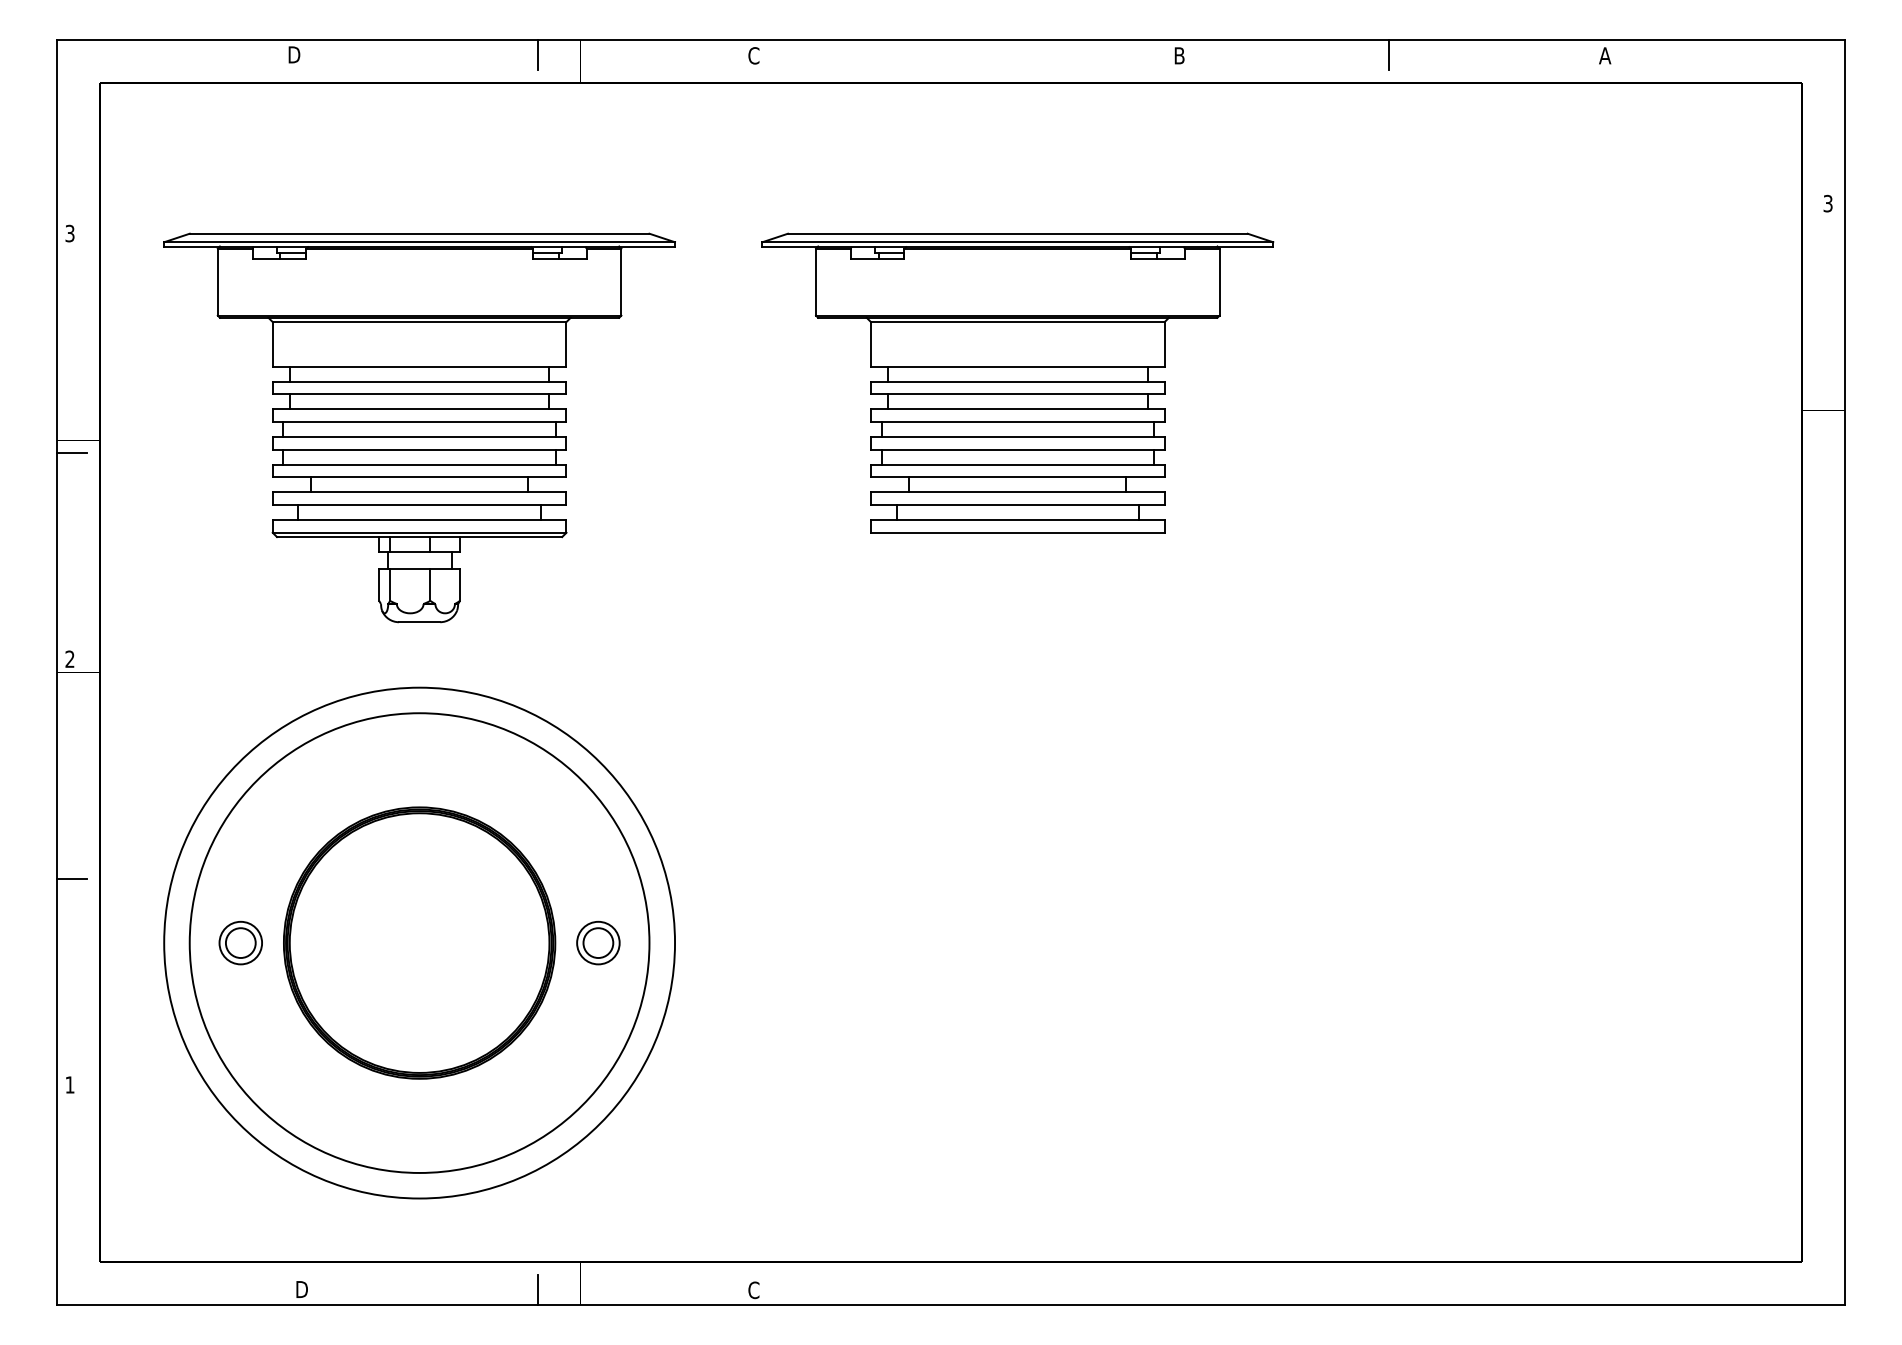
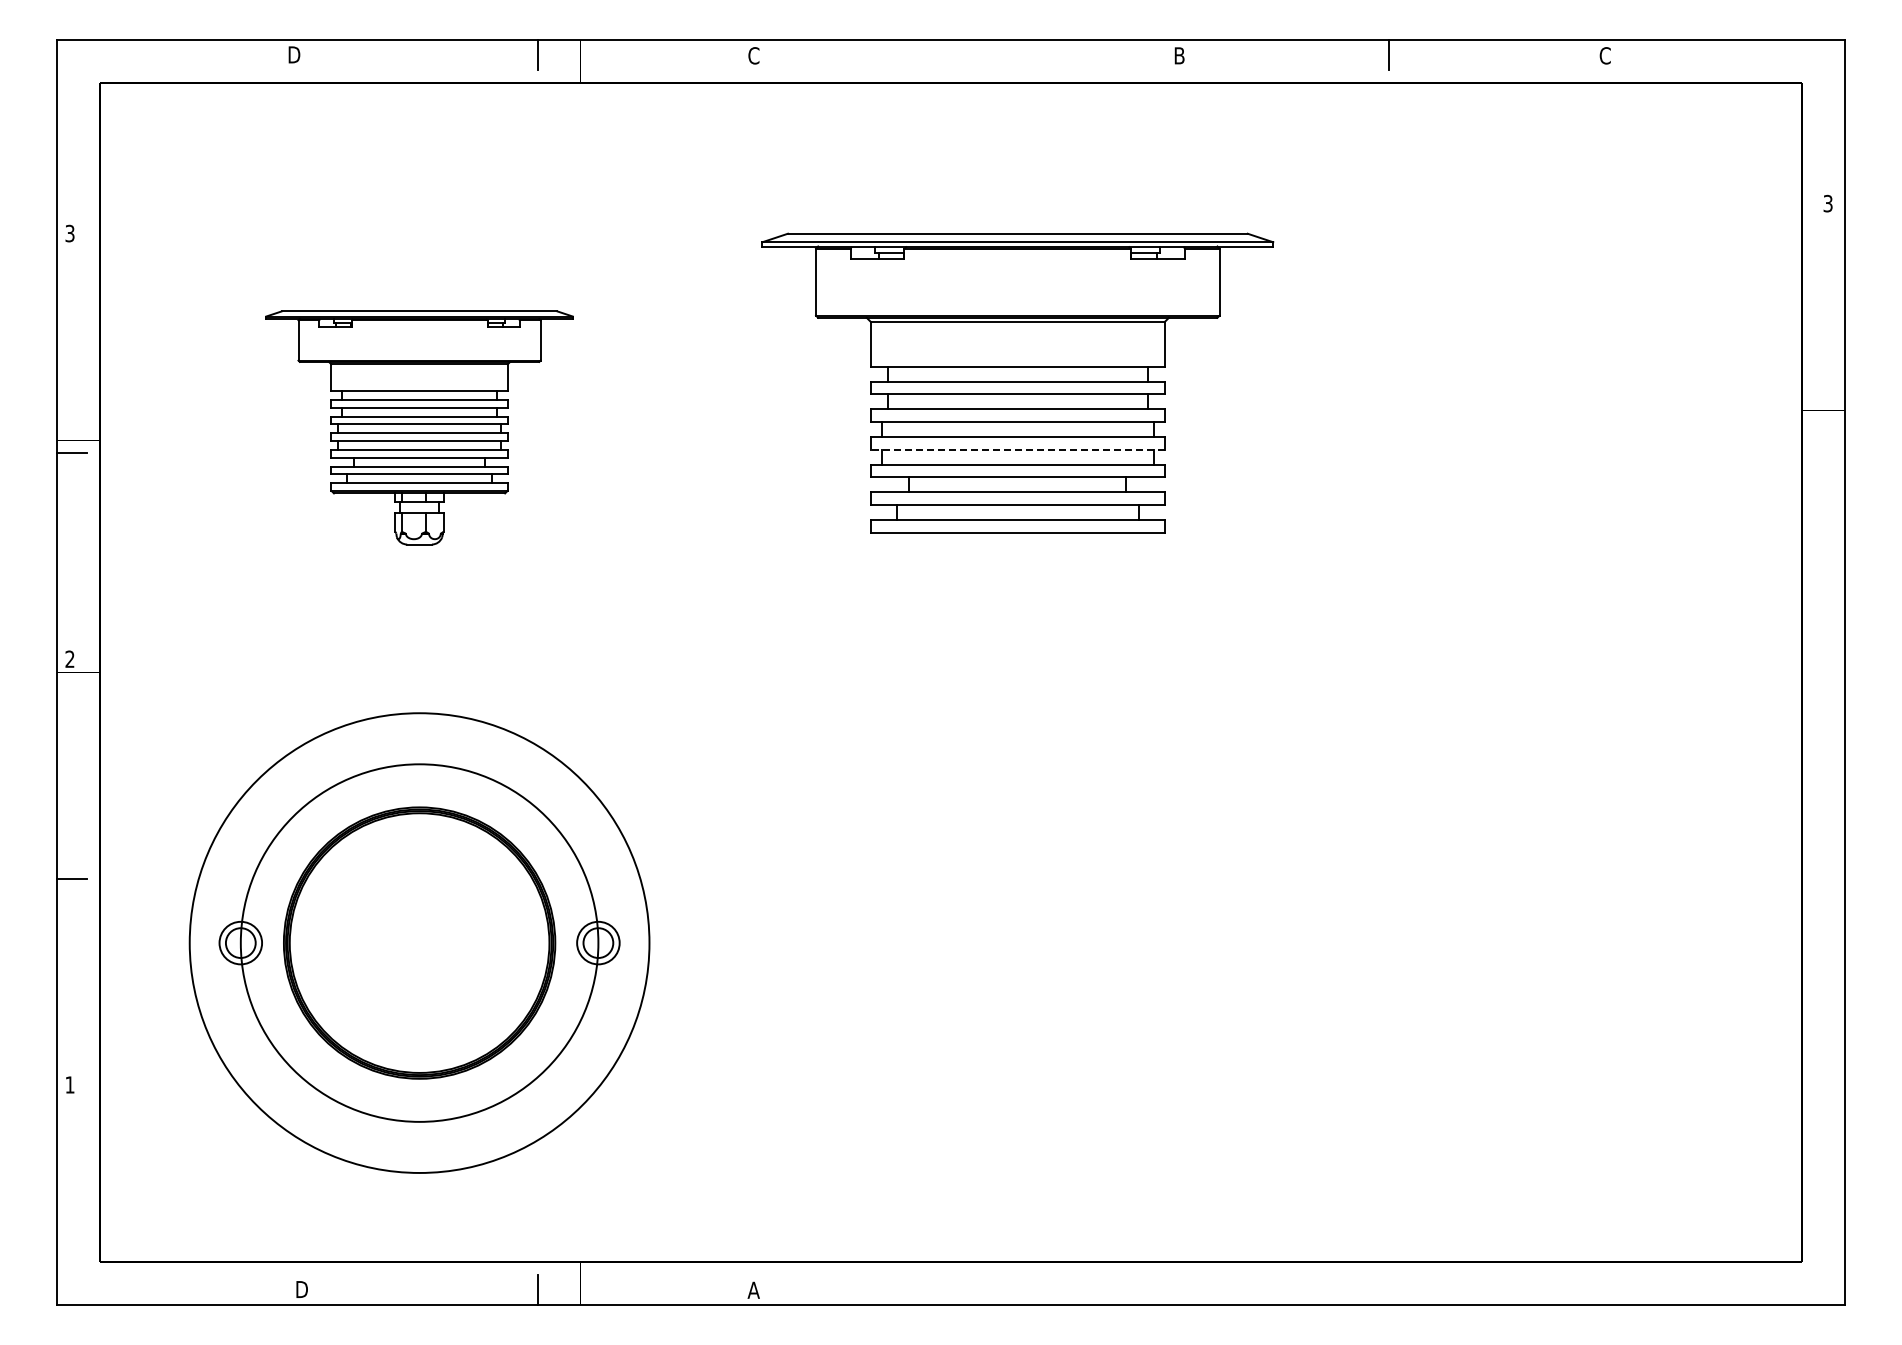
text at (1605, 55): A -> C
part at (419, 427) size: 513x392 px -> 309x236 px
line at (1017, 449): solid -> dashed
circle at (419, 942) diameter: 511 px -> 358 px
text at (753, 1290): C -> A
